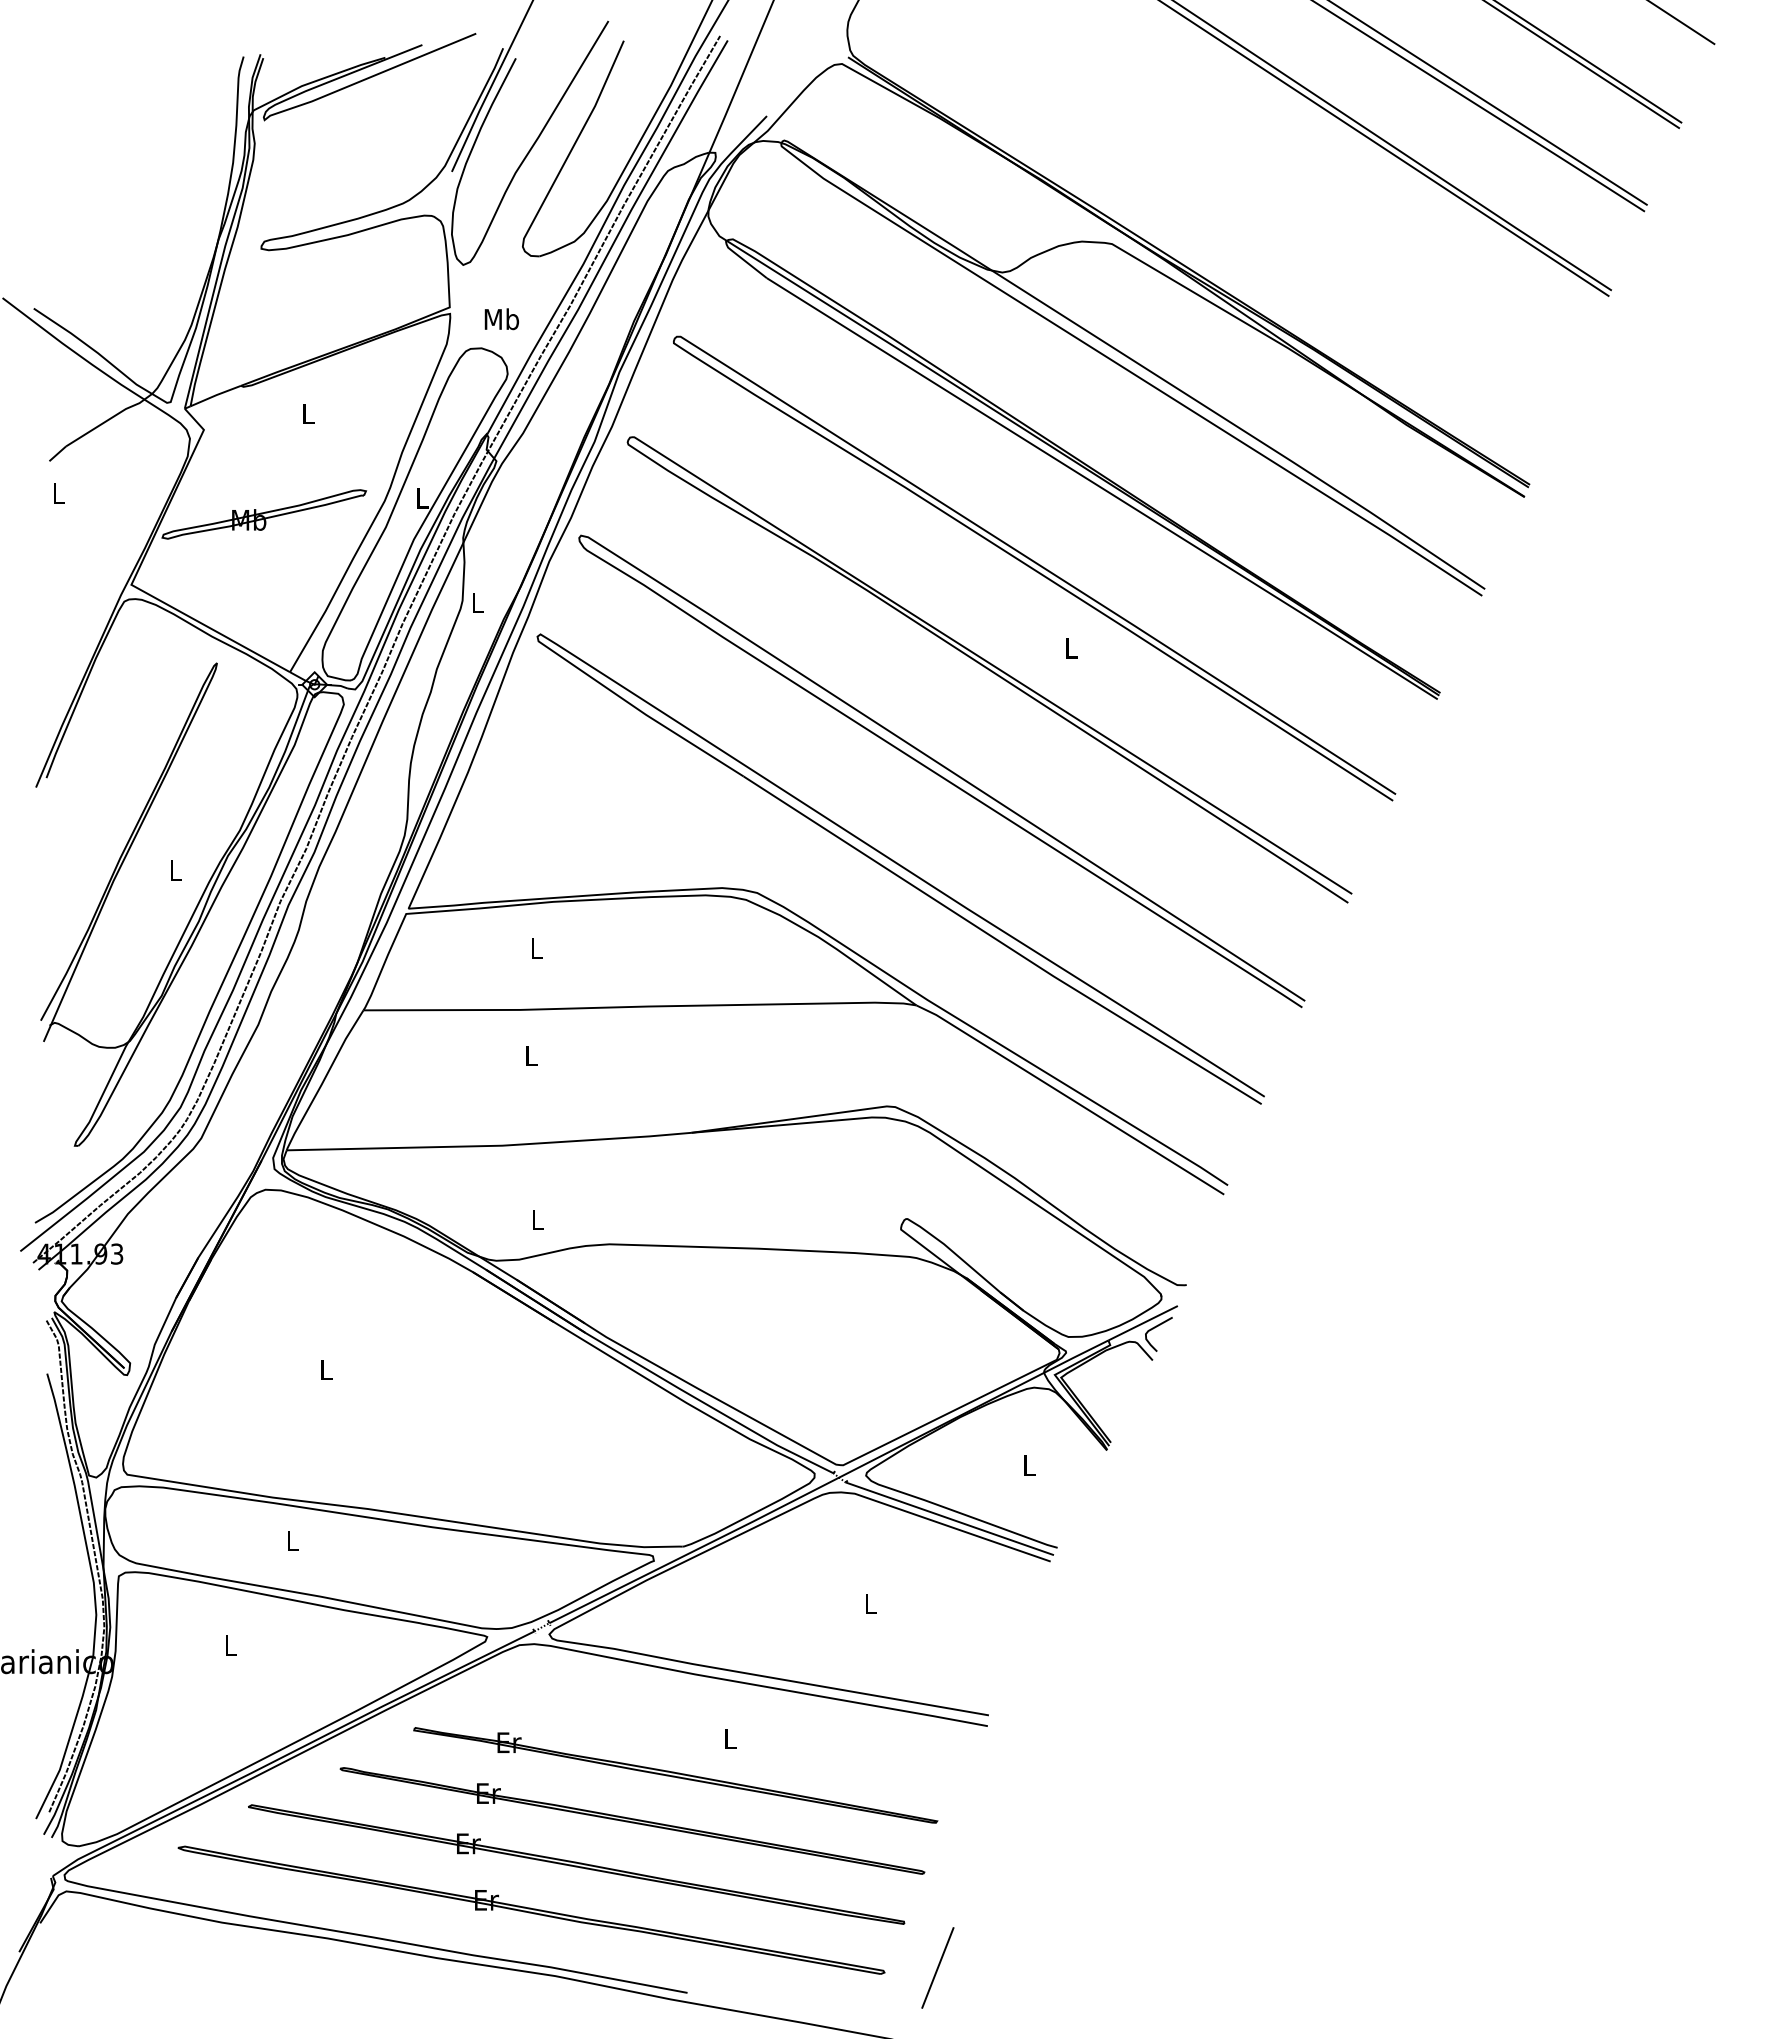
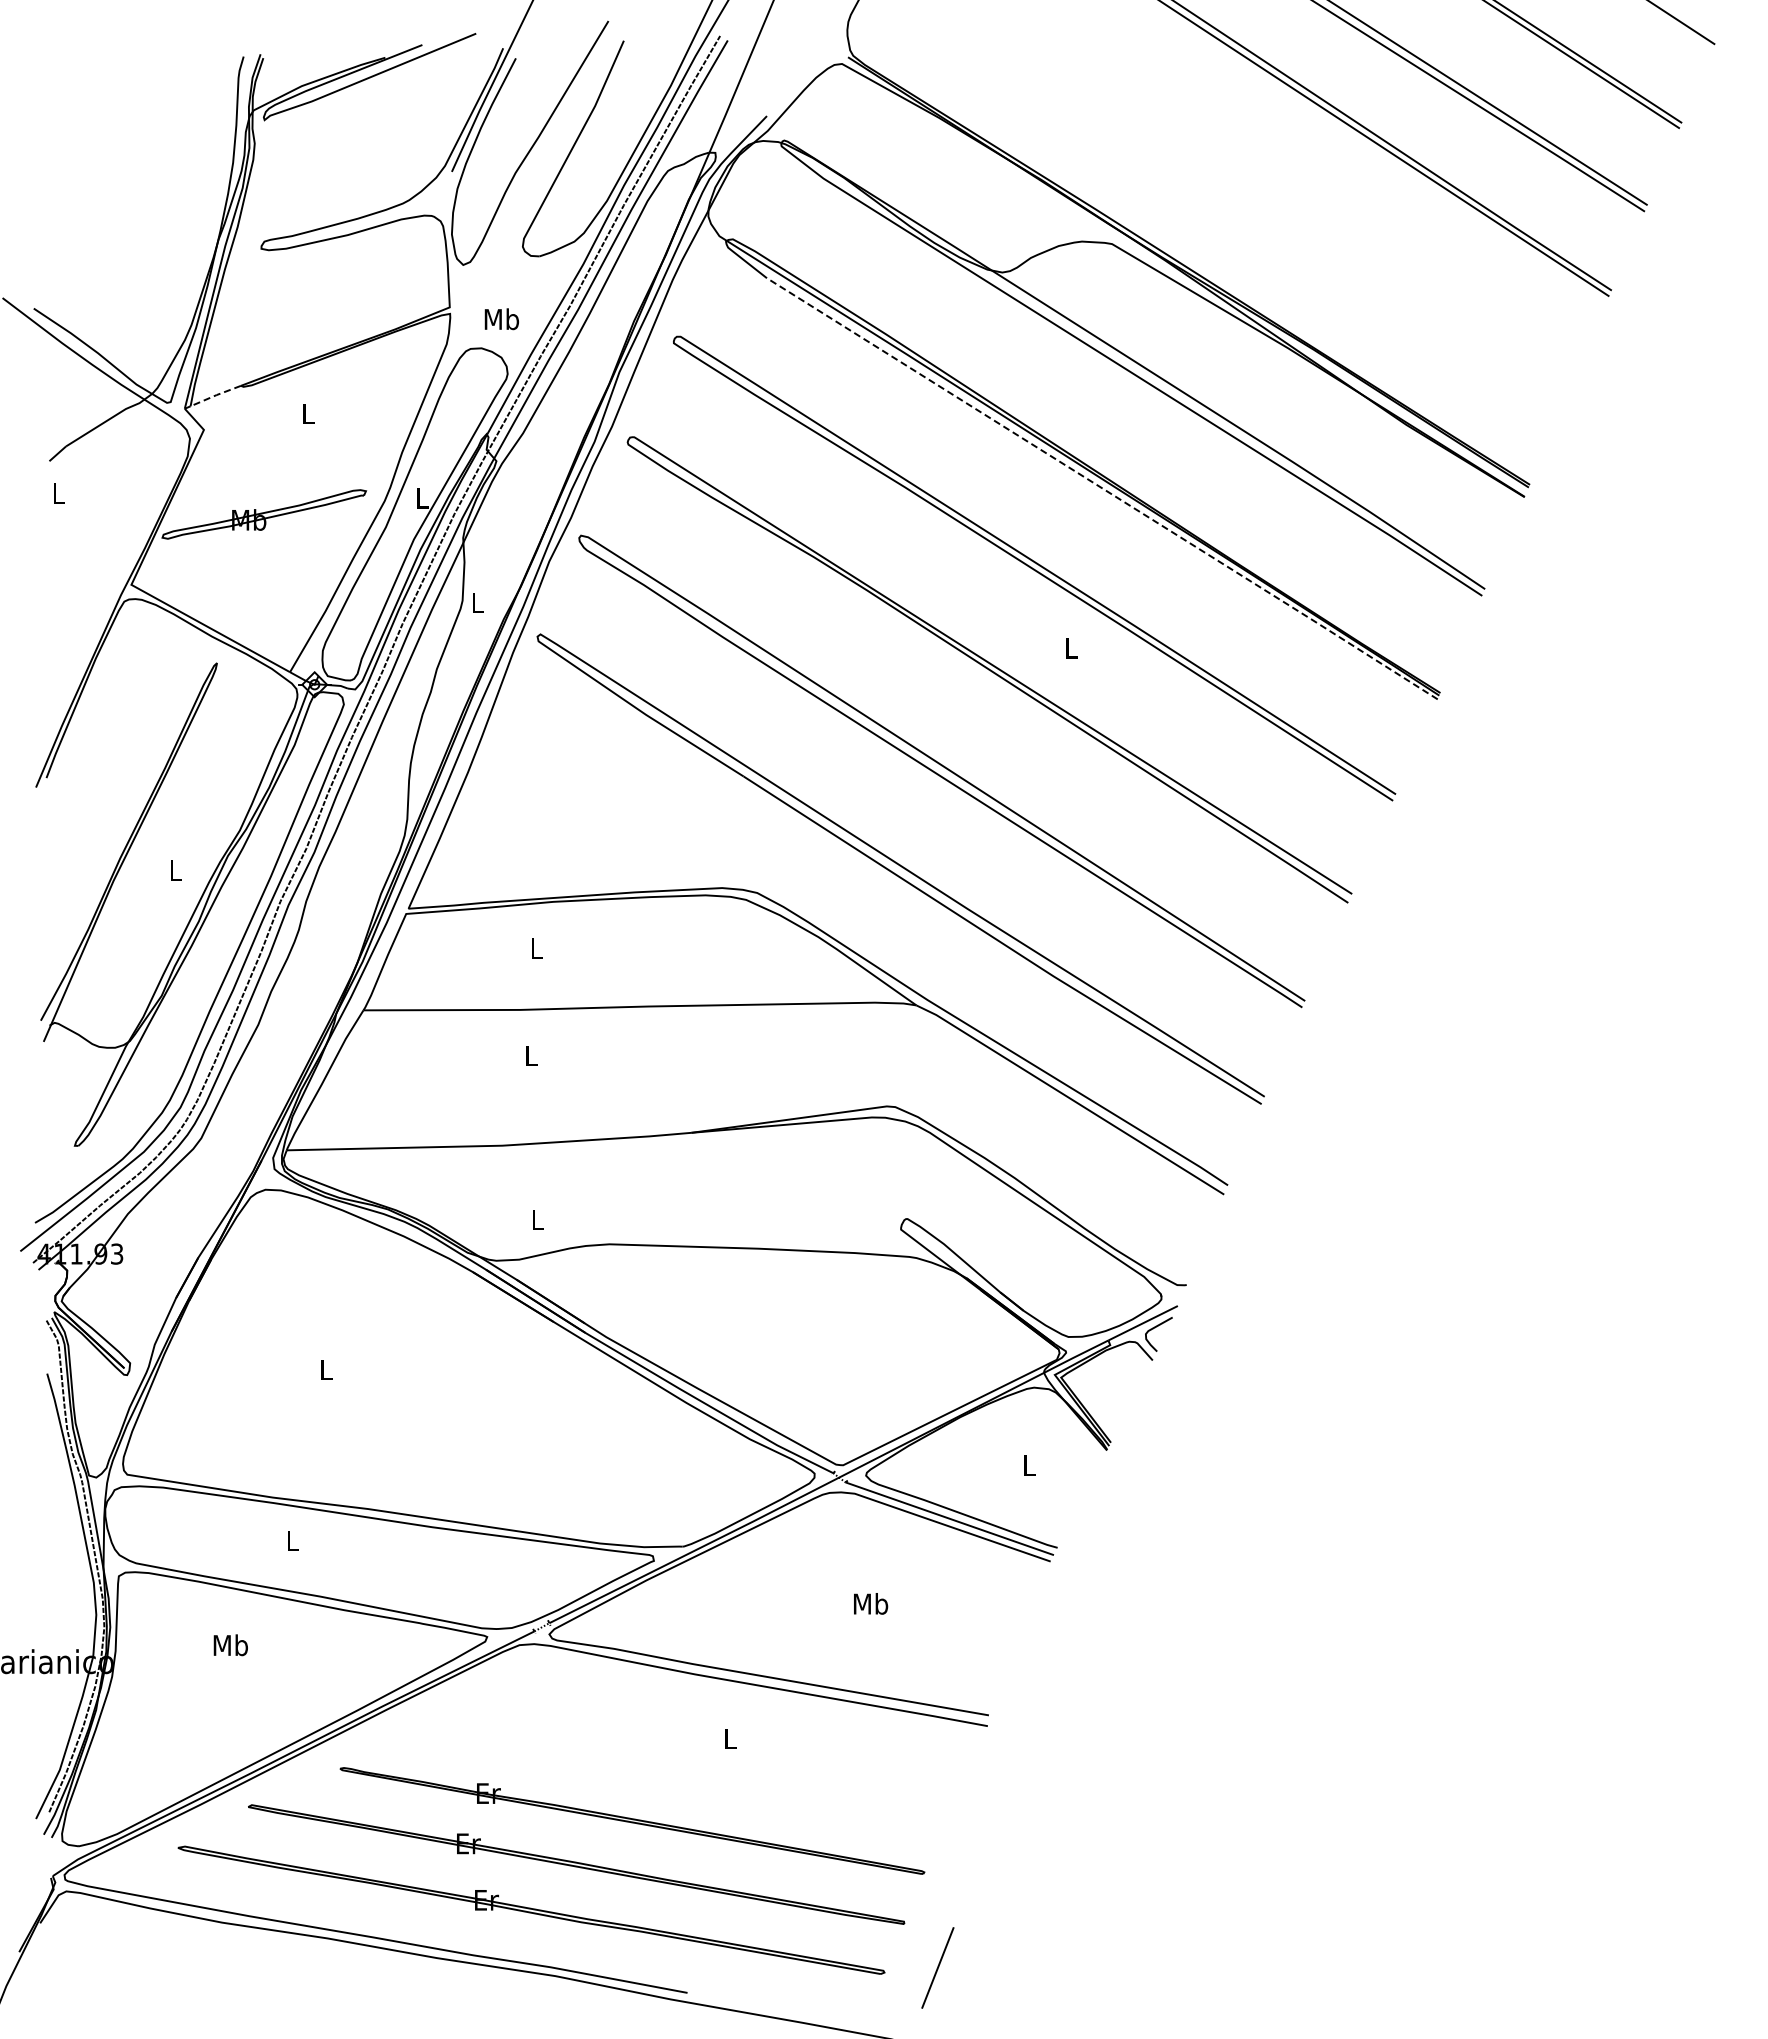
line at (215, 395): solid -> dashed
line at (1103, 488): solid -> dashed
text at (871, 1603): L -> Mb
text at (230, 1645): L -> Mb
part at (675, 1775): present -> none
